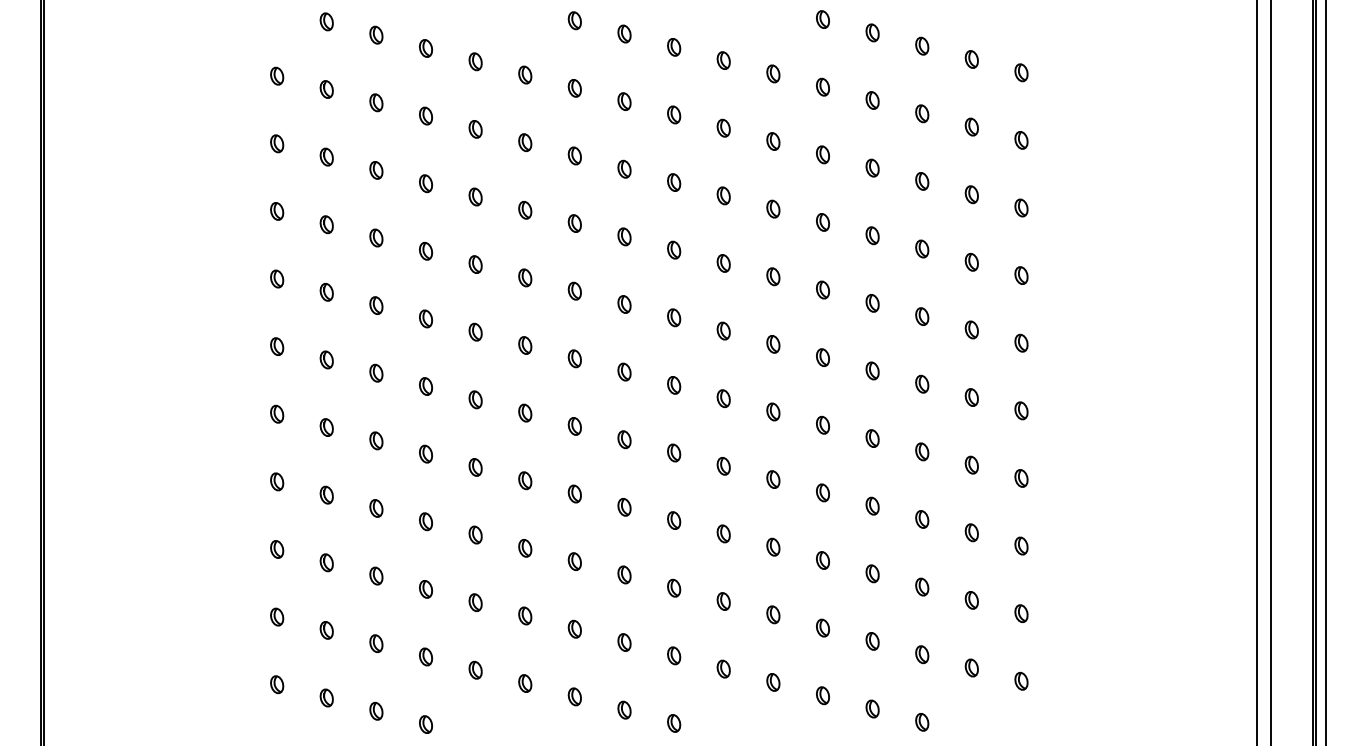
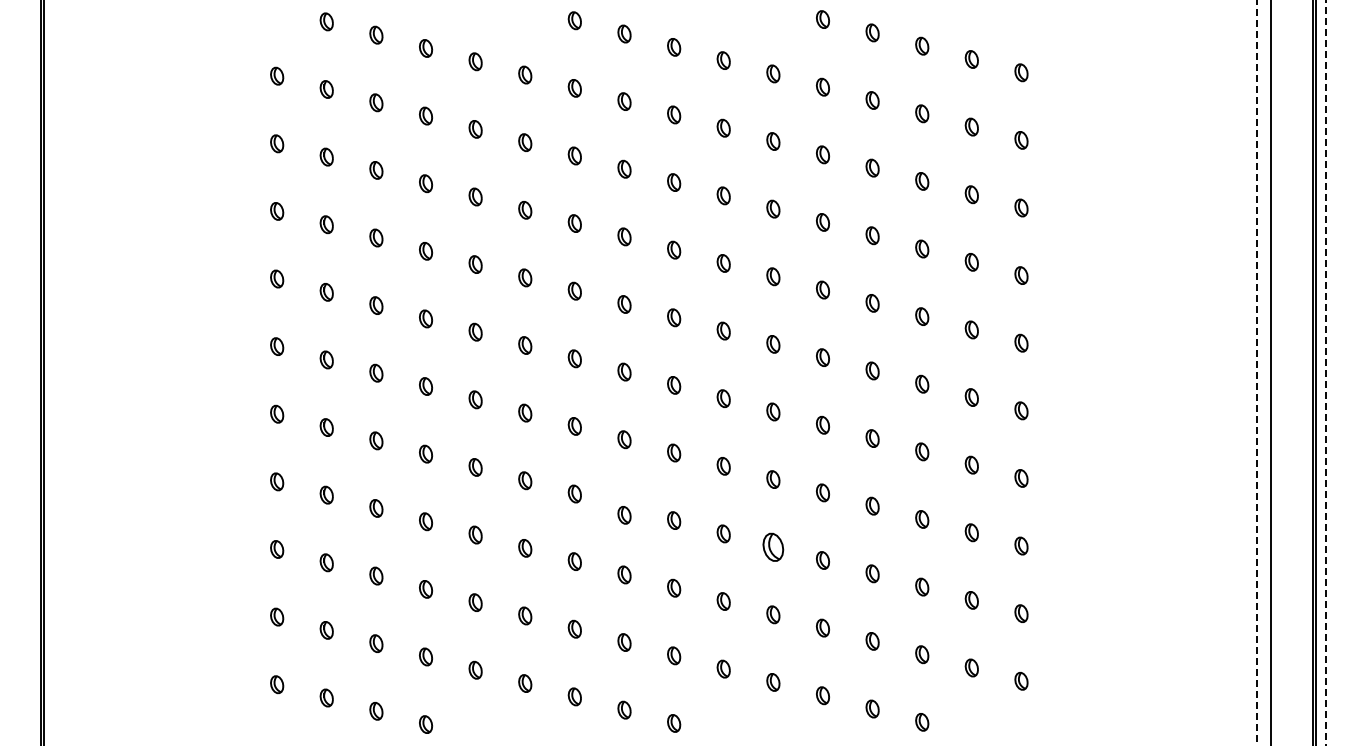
line at (1256, 372): solid -> dashed
line at (1325, 372): solid -> dashed
part at (624, 507) position: (624, 507) -> (624, 515)
part at (773, 546) size: 15x20 px -> 23x30 px
